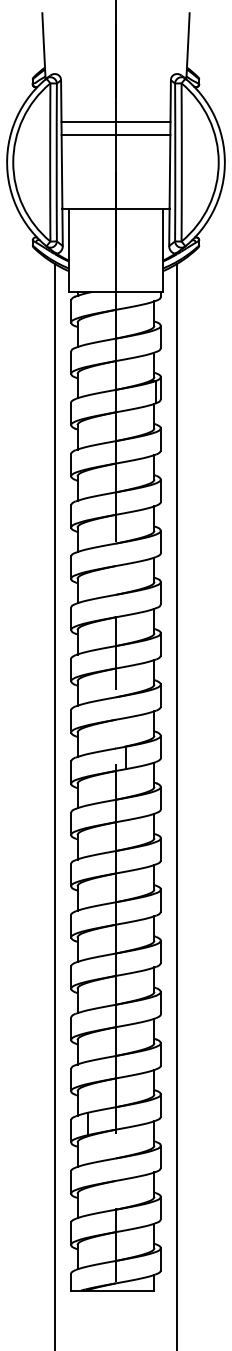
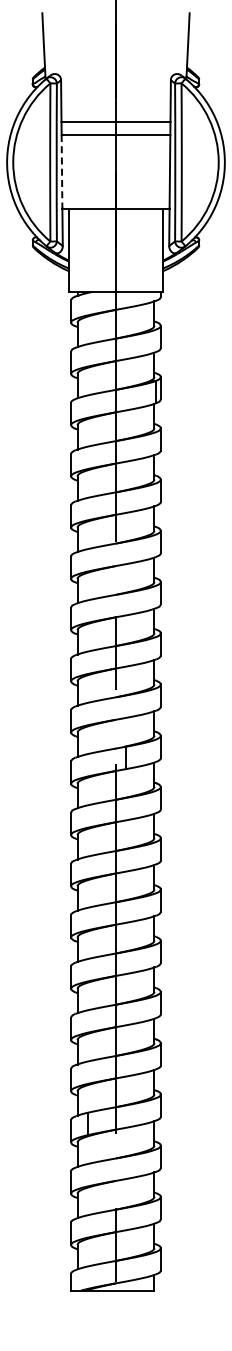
line at (62, 171): solid -> dashed
line at (55, 805): present -> none
line at (176, 805): present -> none
